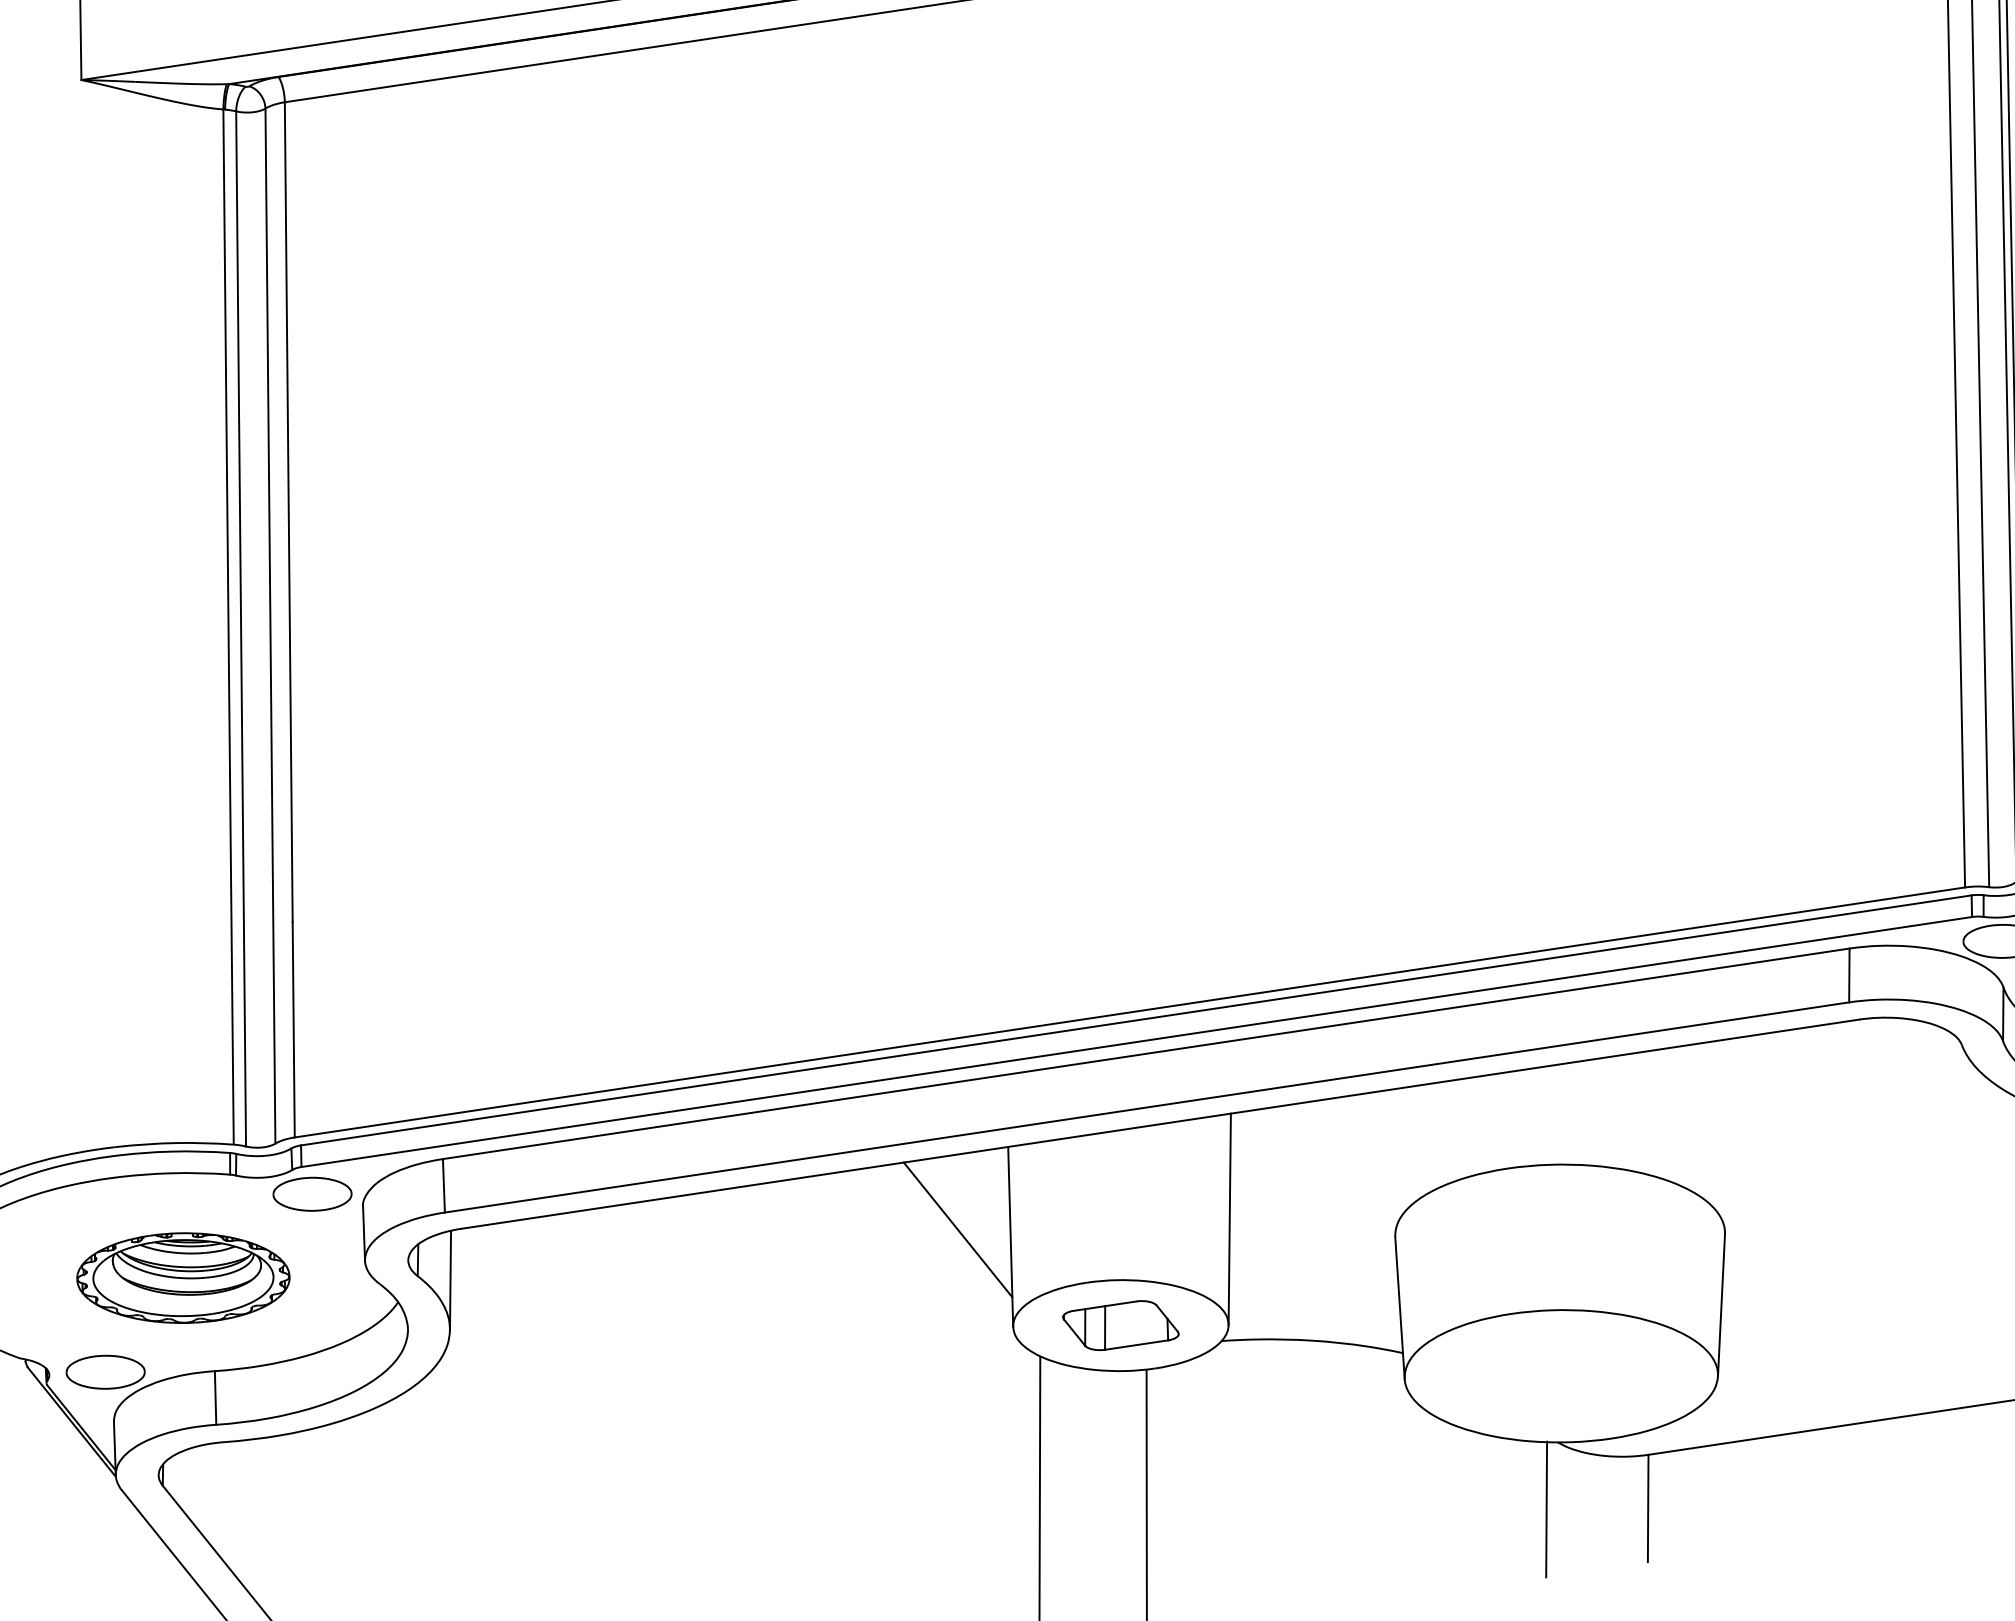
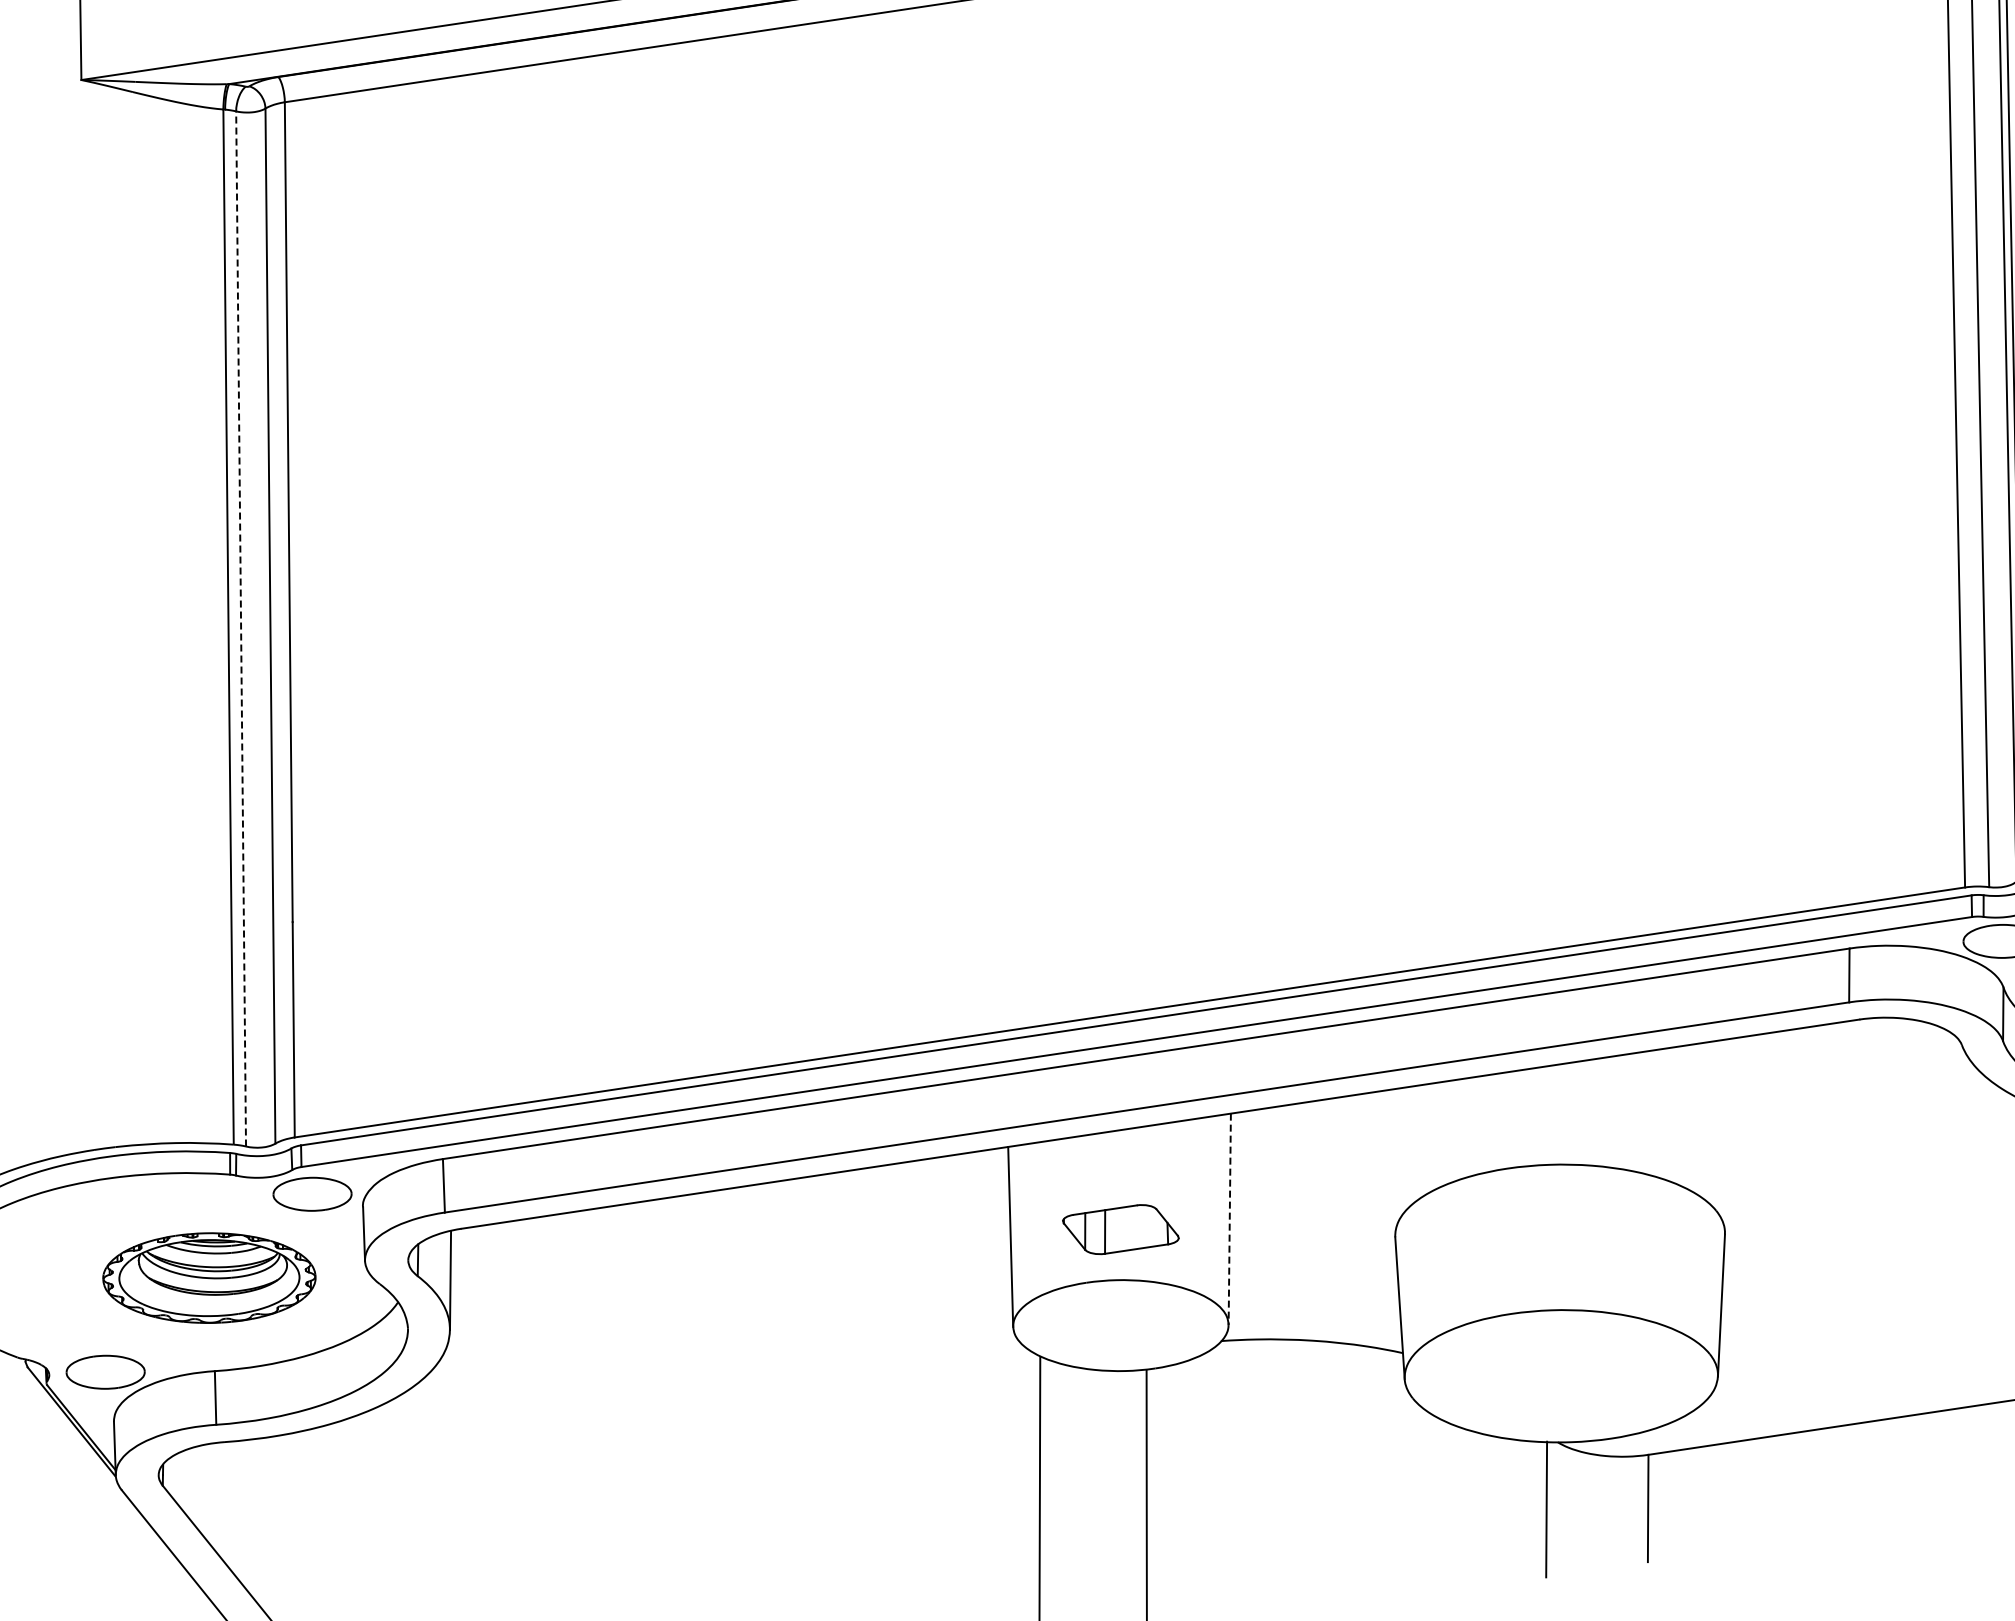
line at (241, 628): solid -> dashed
line at (1229, 1219): solid -> dashed
line at (957, 1229): present -> none
part at (183, 1277) position: (183, 1277) -> (209, 1277)
part at (1120, 1325) position: (1120, 1325) -> (1120, 1229)
